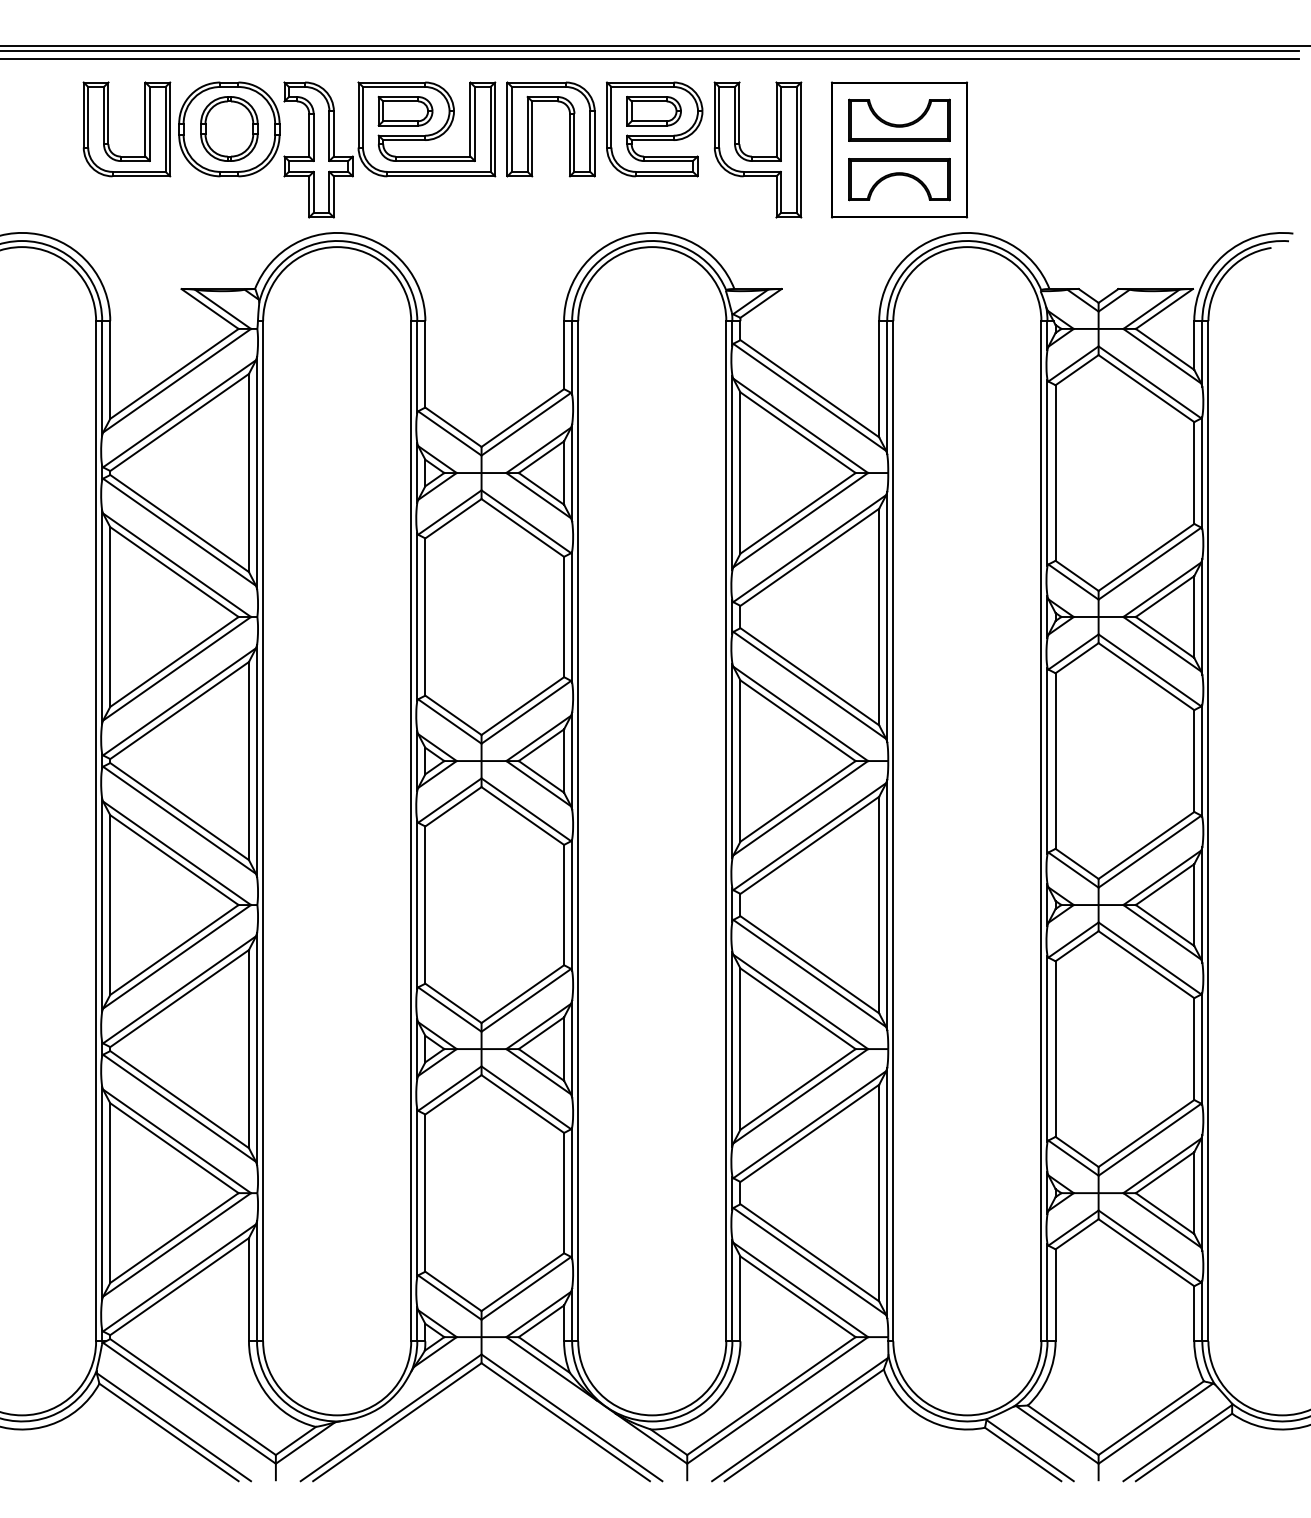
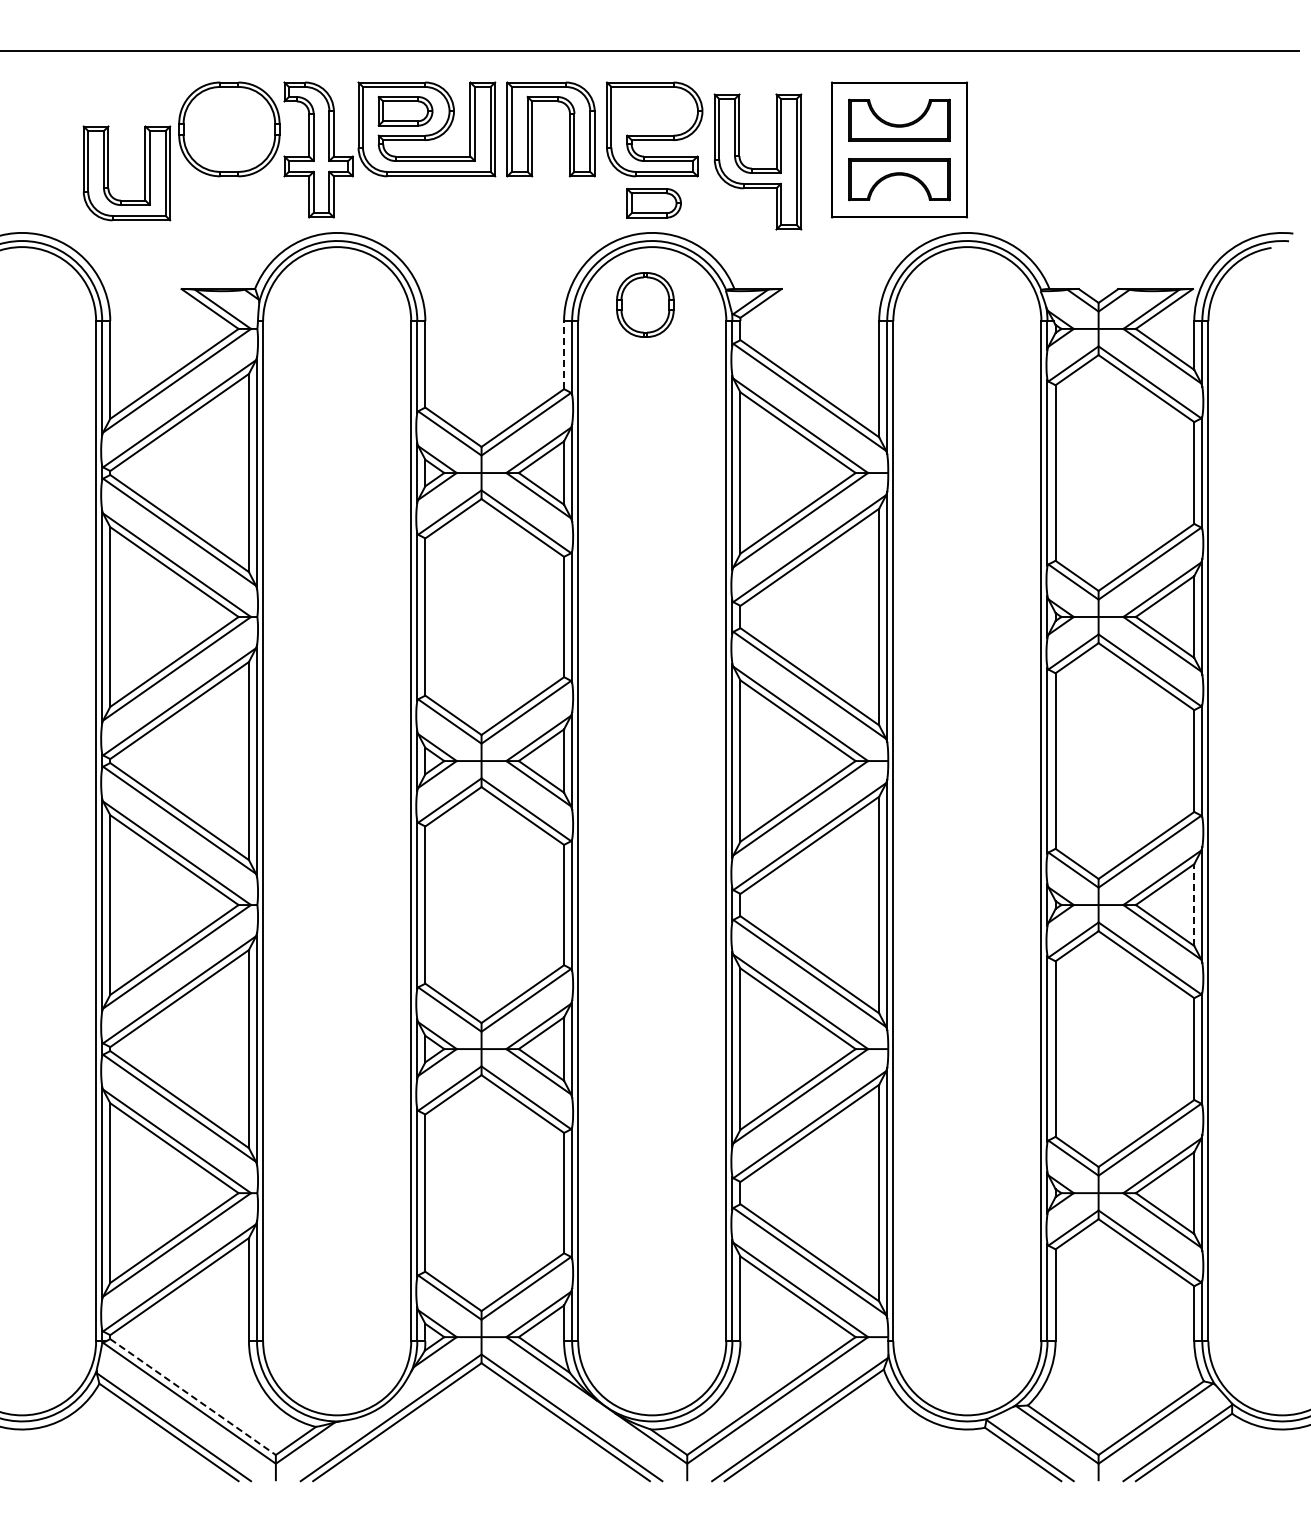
line at (654, 45): present -> none
line at (650, 59): present -> none
part at (653, 111) position: (653, 111) -> (653, 203)
part at (229, 128) position: (229, 128) -> (645, 304)
part at (108, 129) position: (108, 129) -> (108, 173)
part at (757, 156) position: (757, 156) -> (757, 168)
line at (564, 354): solid -> dashed
line at (1194, 905): solid -> dashed
line at (193, 1397): solid -> dashed
